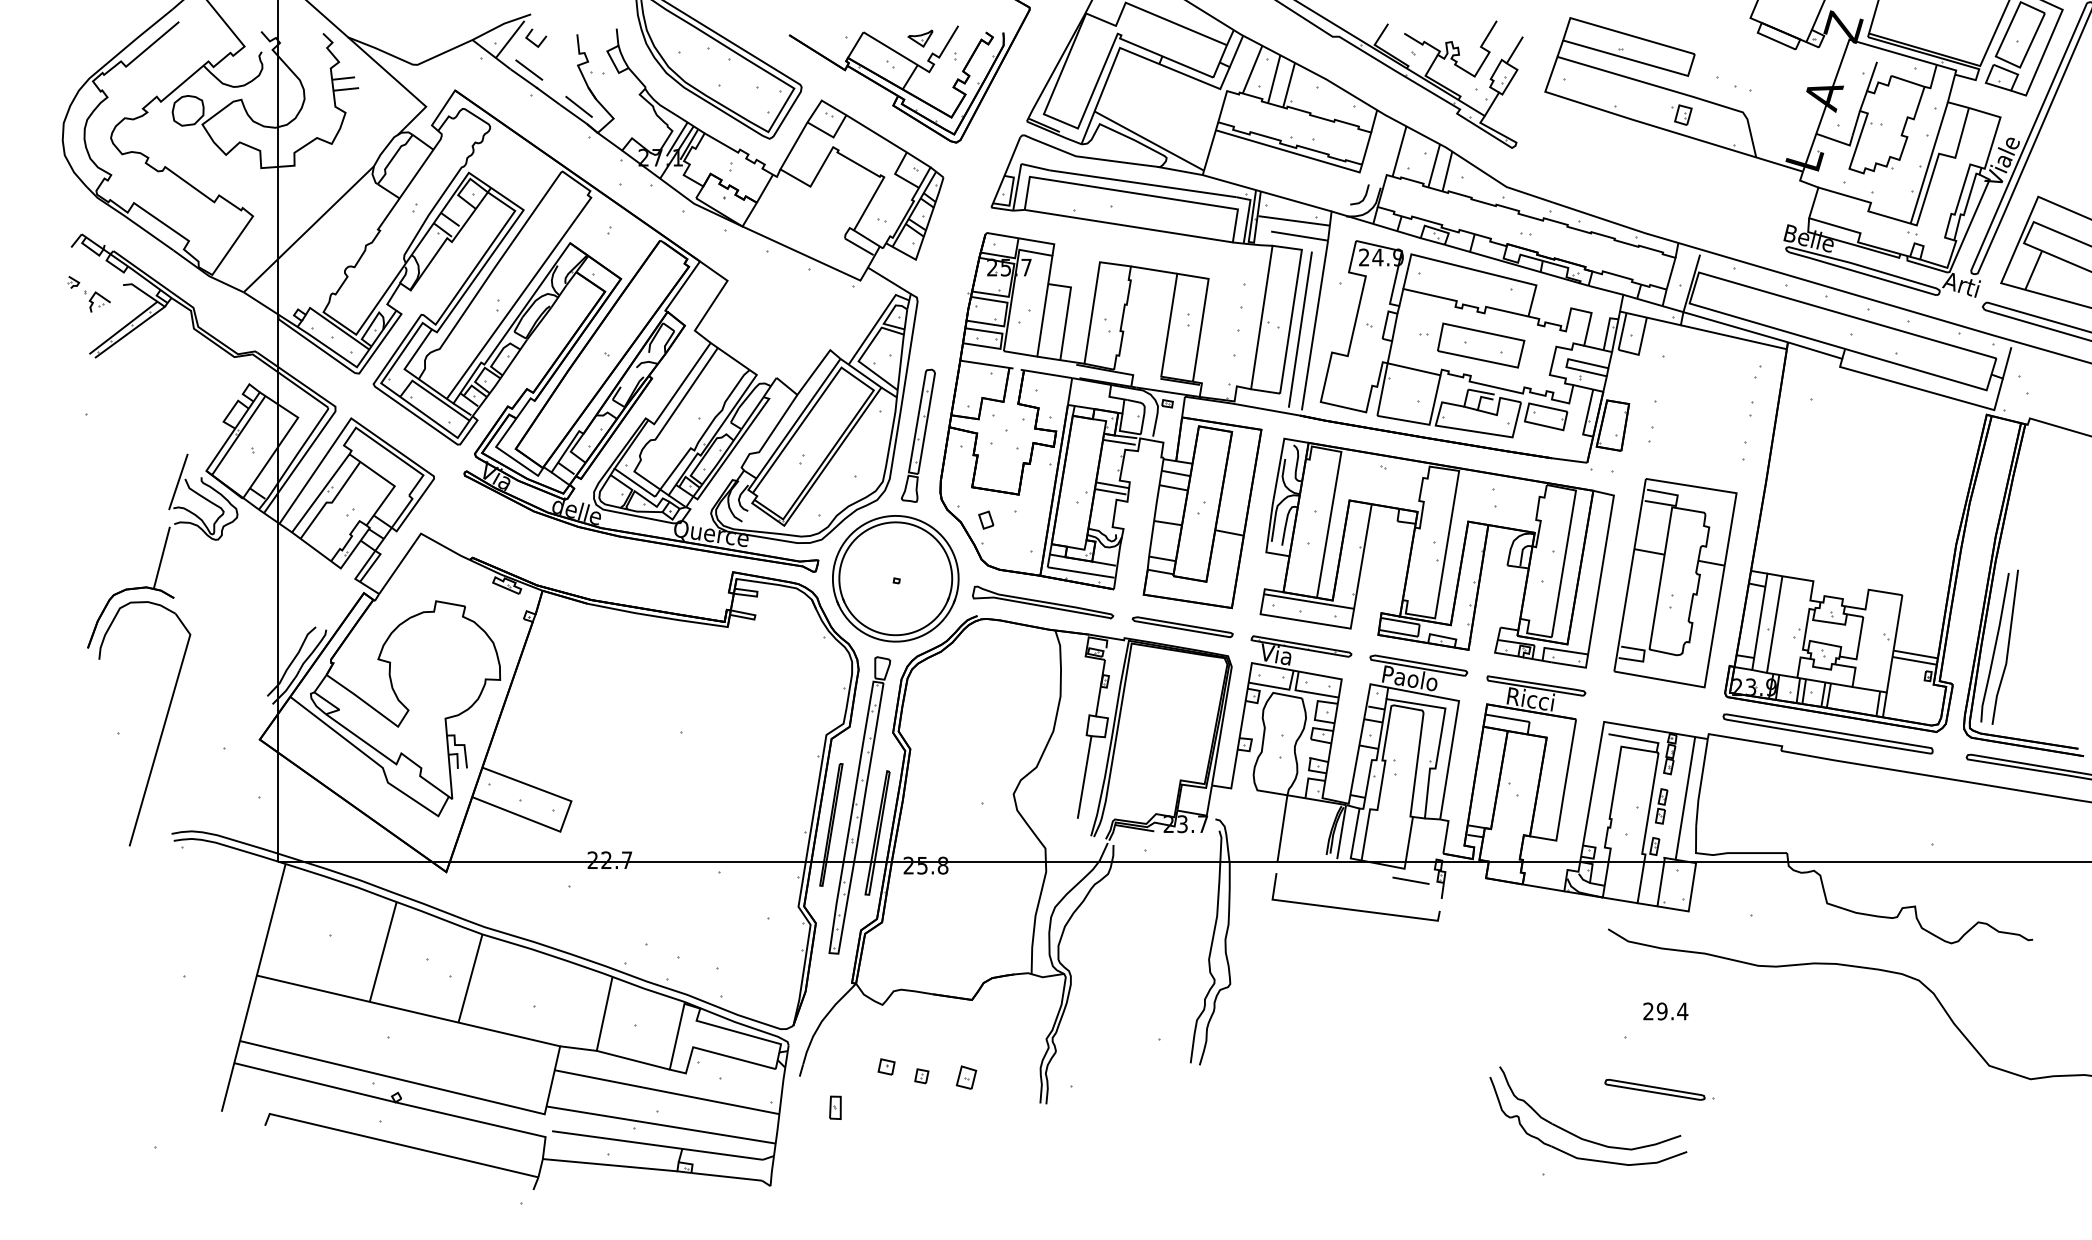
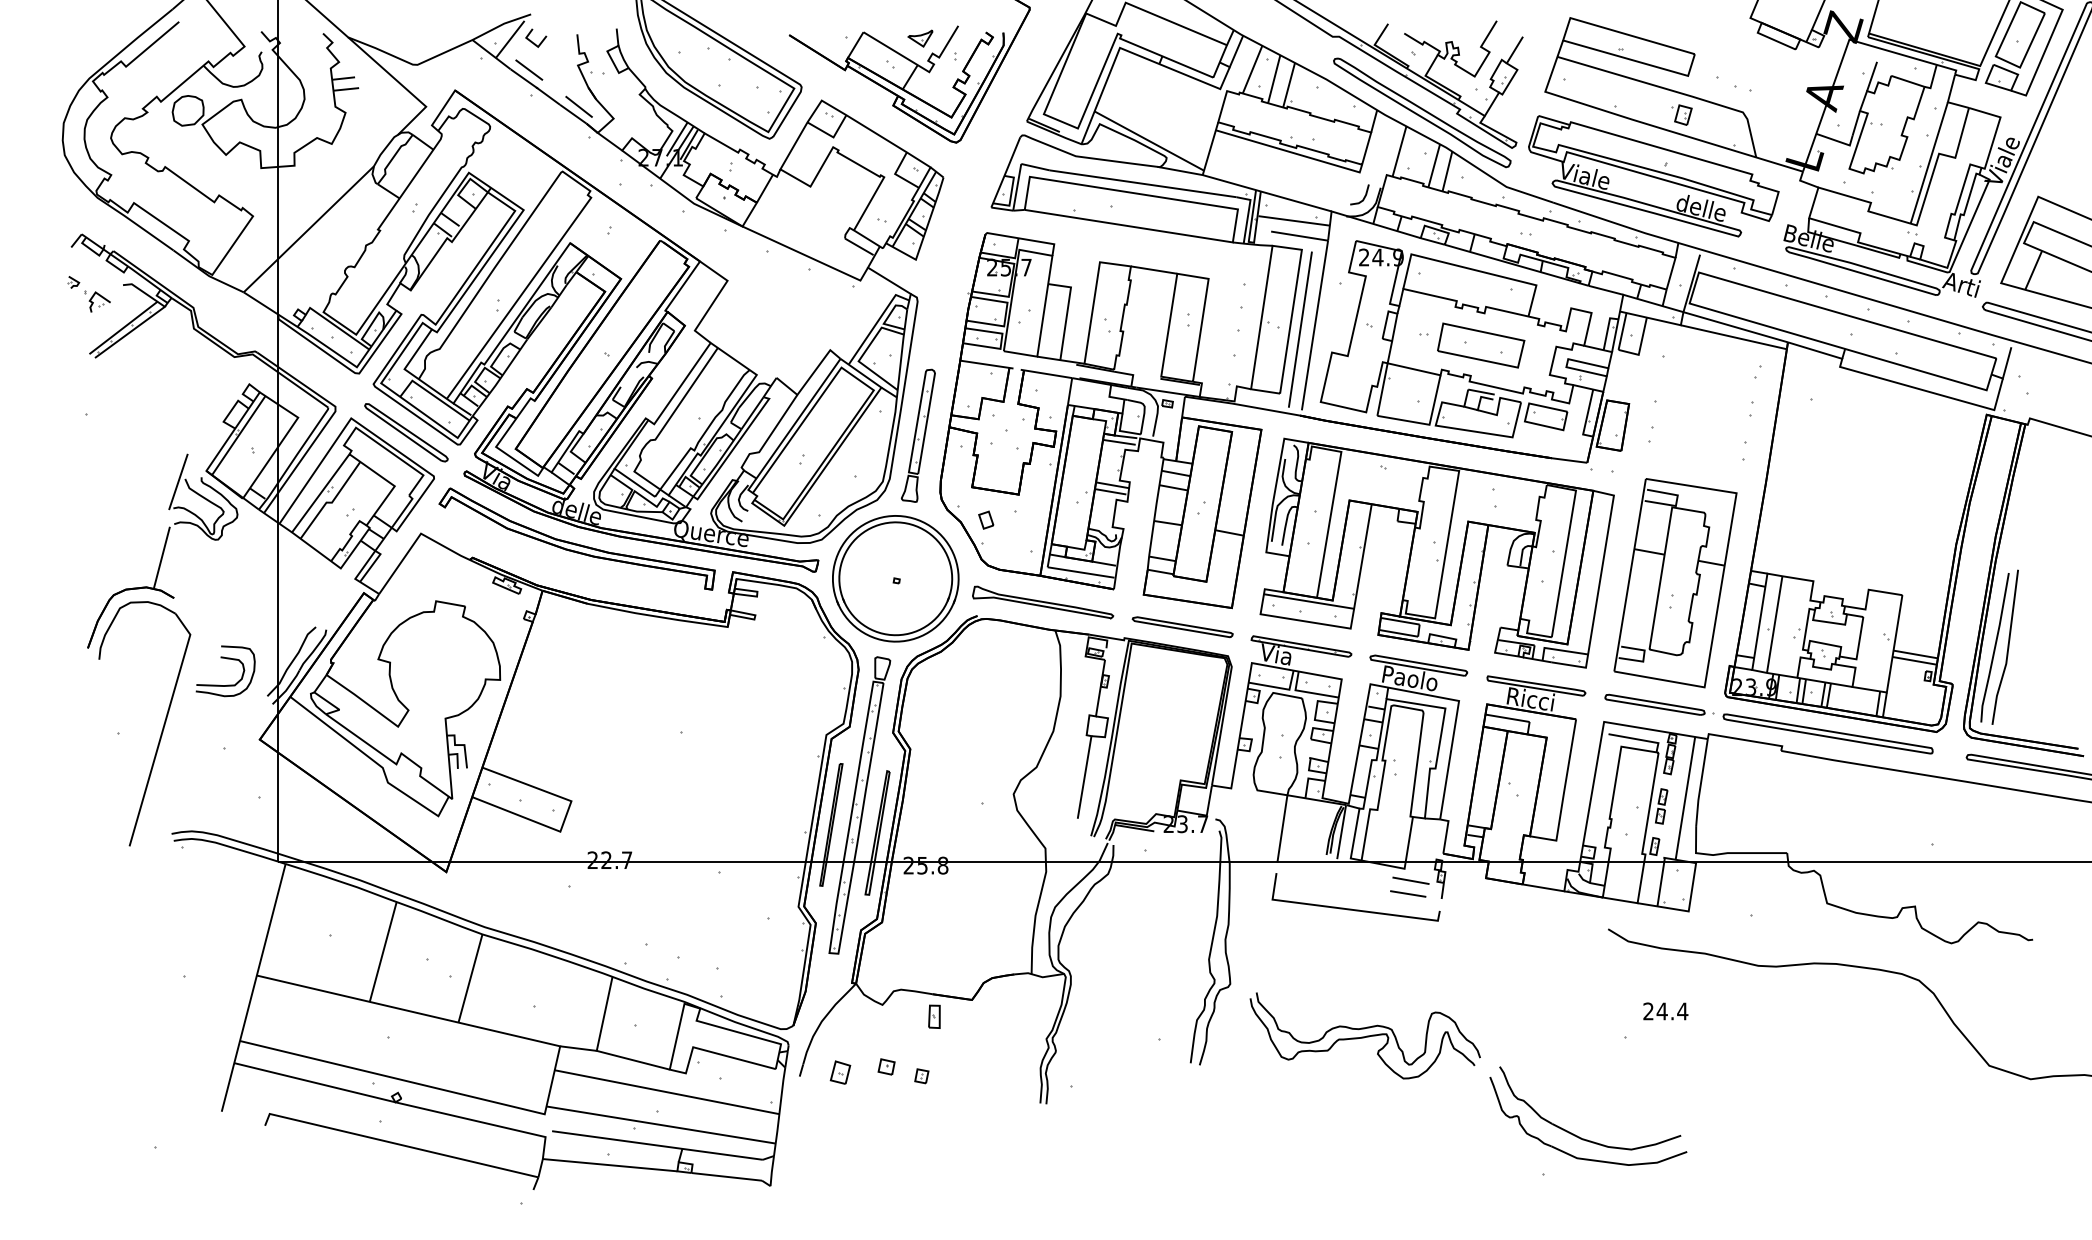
part at (1422, 112): none -> present
part at (1653, 176): none -> present
part at (406, 432): none -> present
part at (576, 538): none -> present
part at (226, 659): none -> present
line at (1408, 893): none -> present
text at (1661, 1011): 29.4 -> 24.4
part at (1364, 1035): none -> present
part at (966, 1077) position: (966, 1077) -> (840, 1072)
part at (1659, 1089) position: (1659, 1089) -> (1659, 704)
part at (835, 1107) position: (835, 1107) -> (934, 1016)
